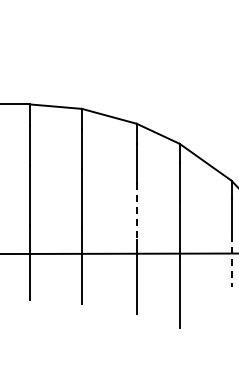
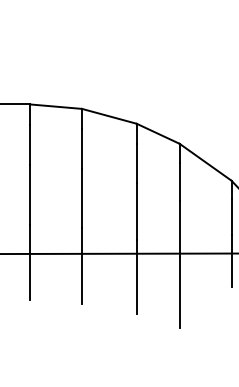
line at (136, 211): dashed -> solid
line at (231, 261): dashed -> solid
